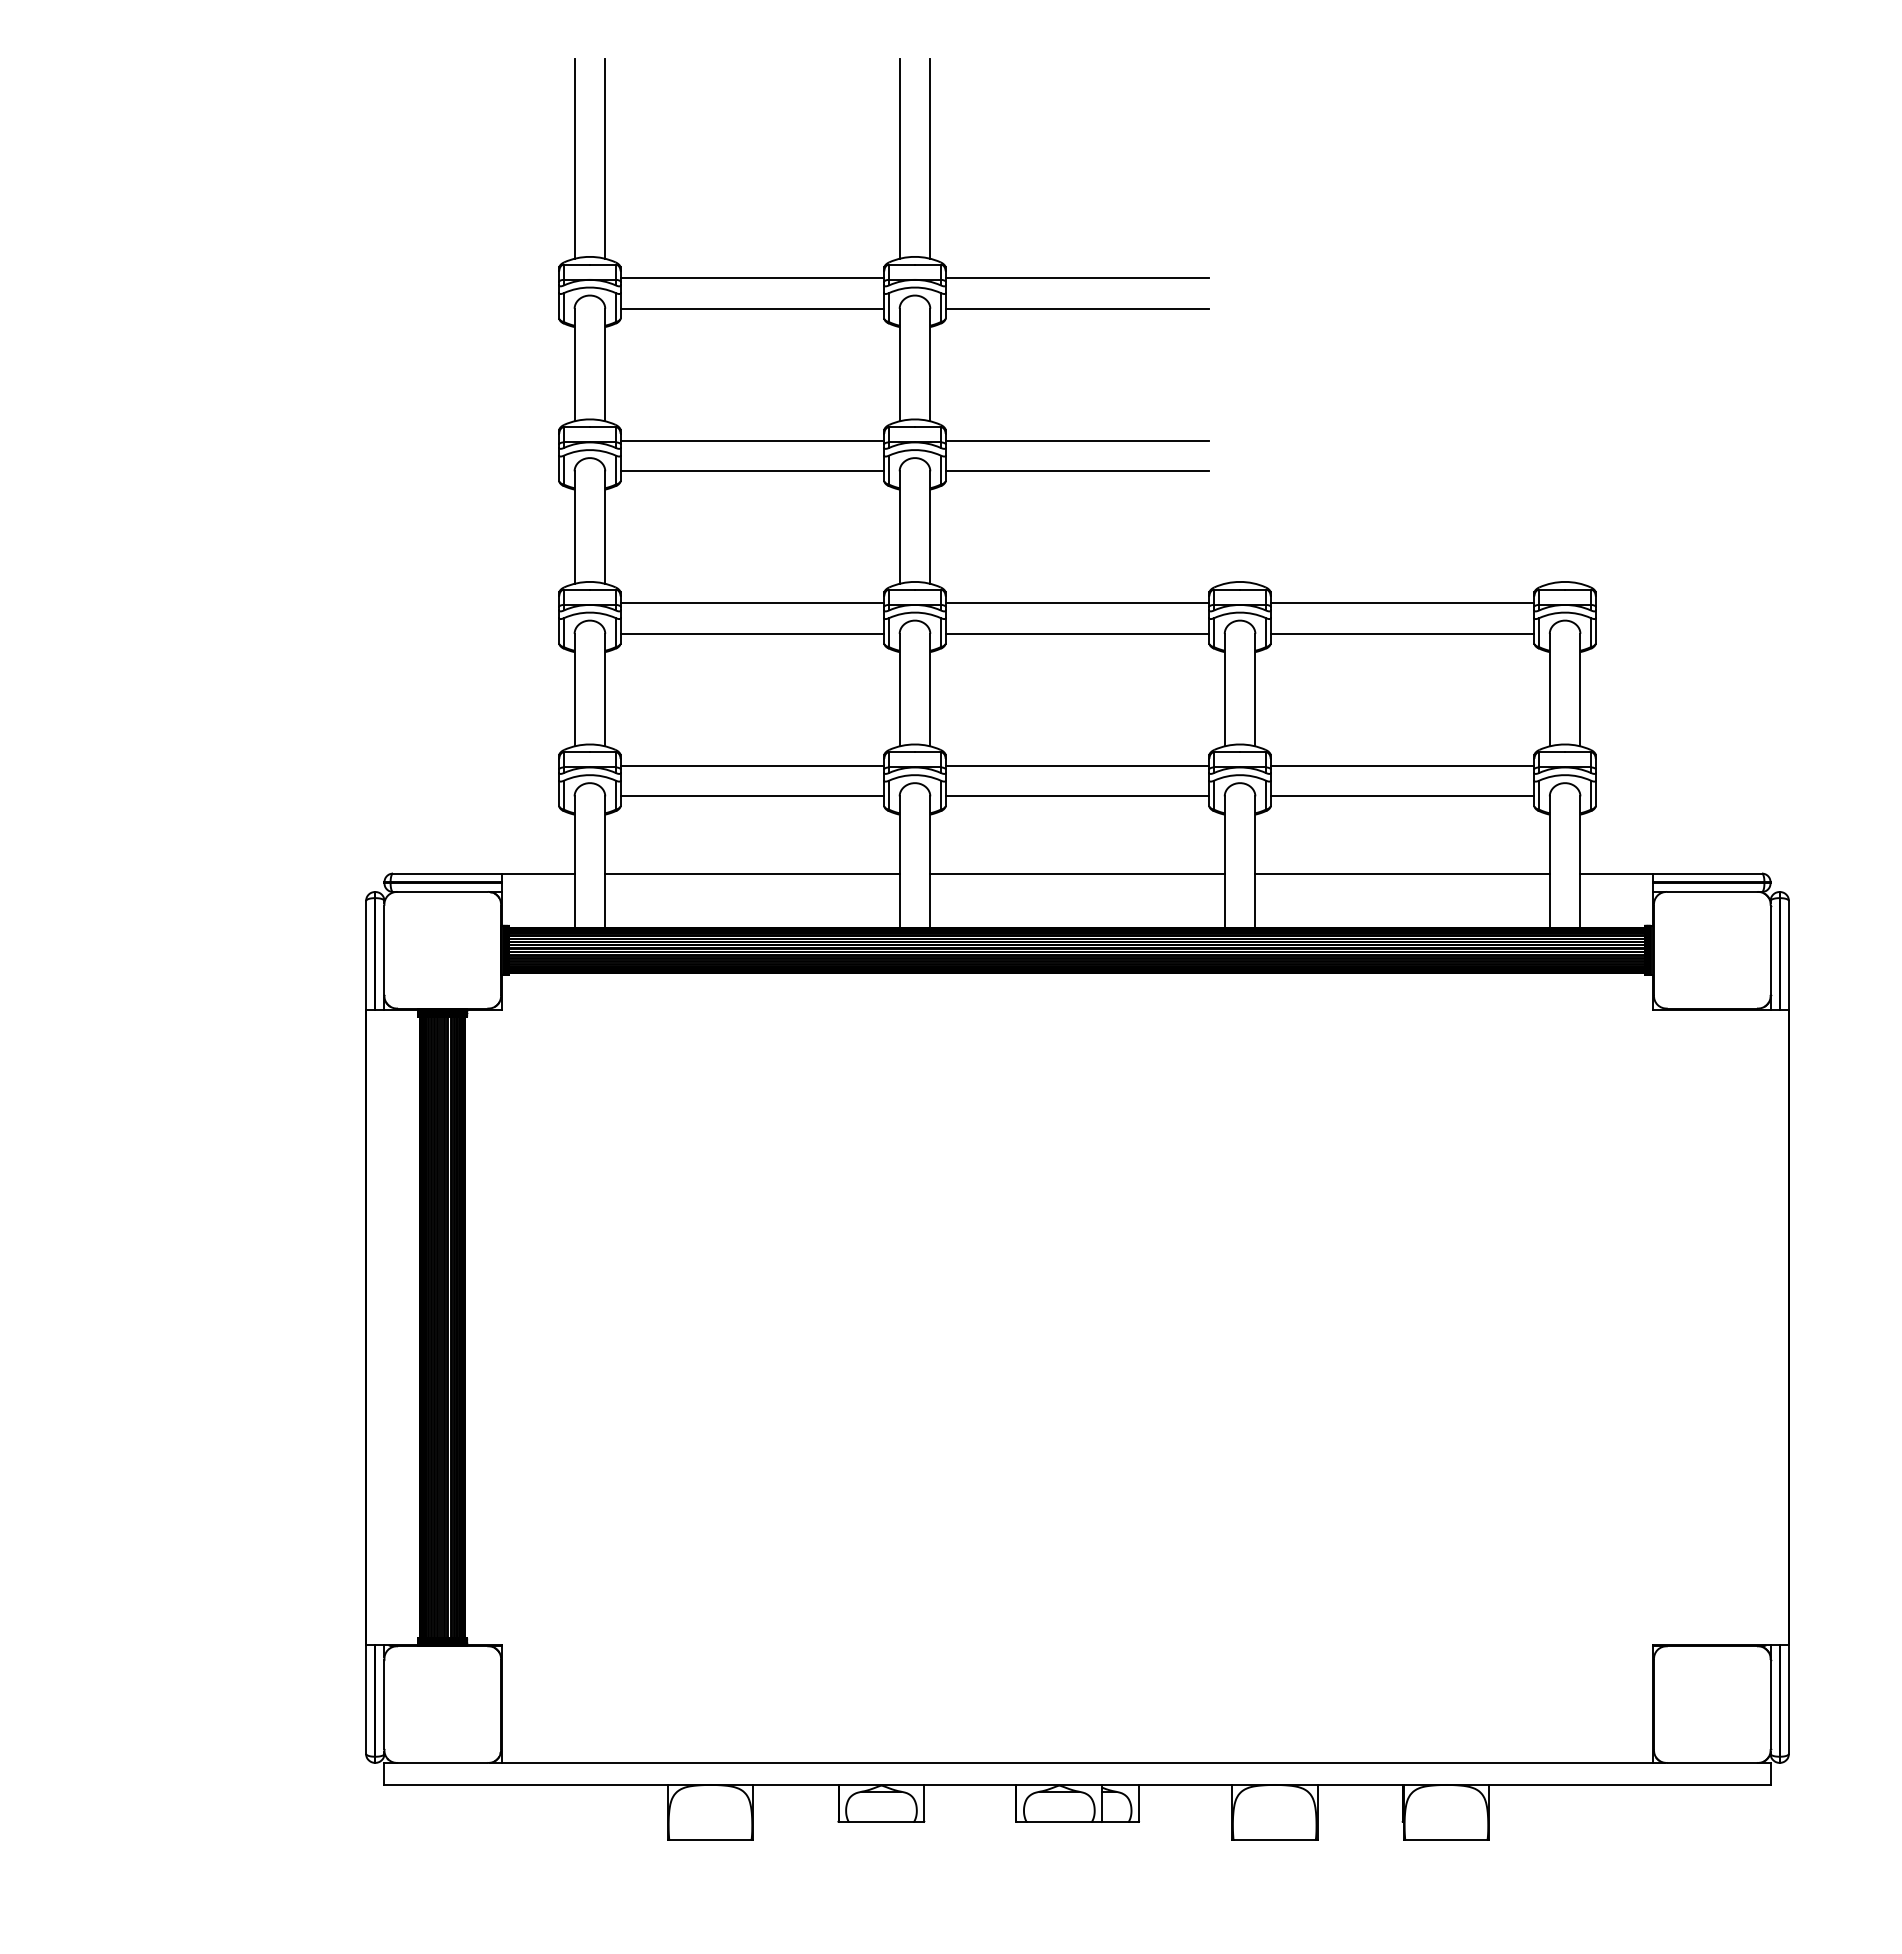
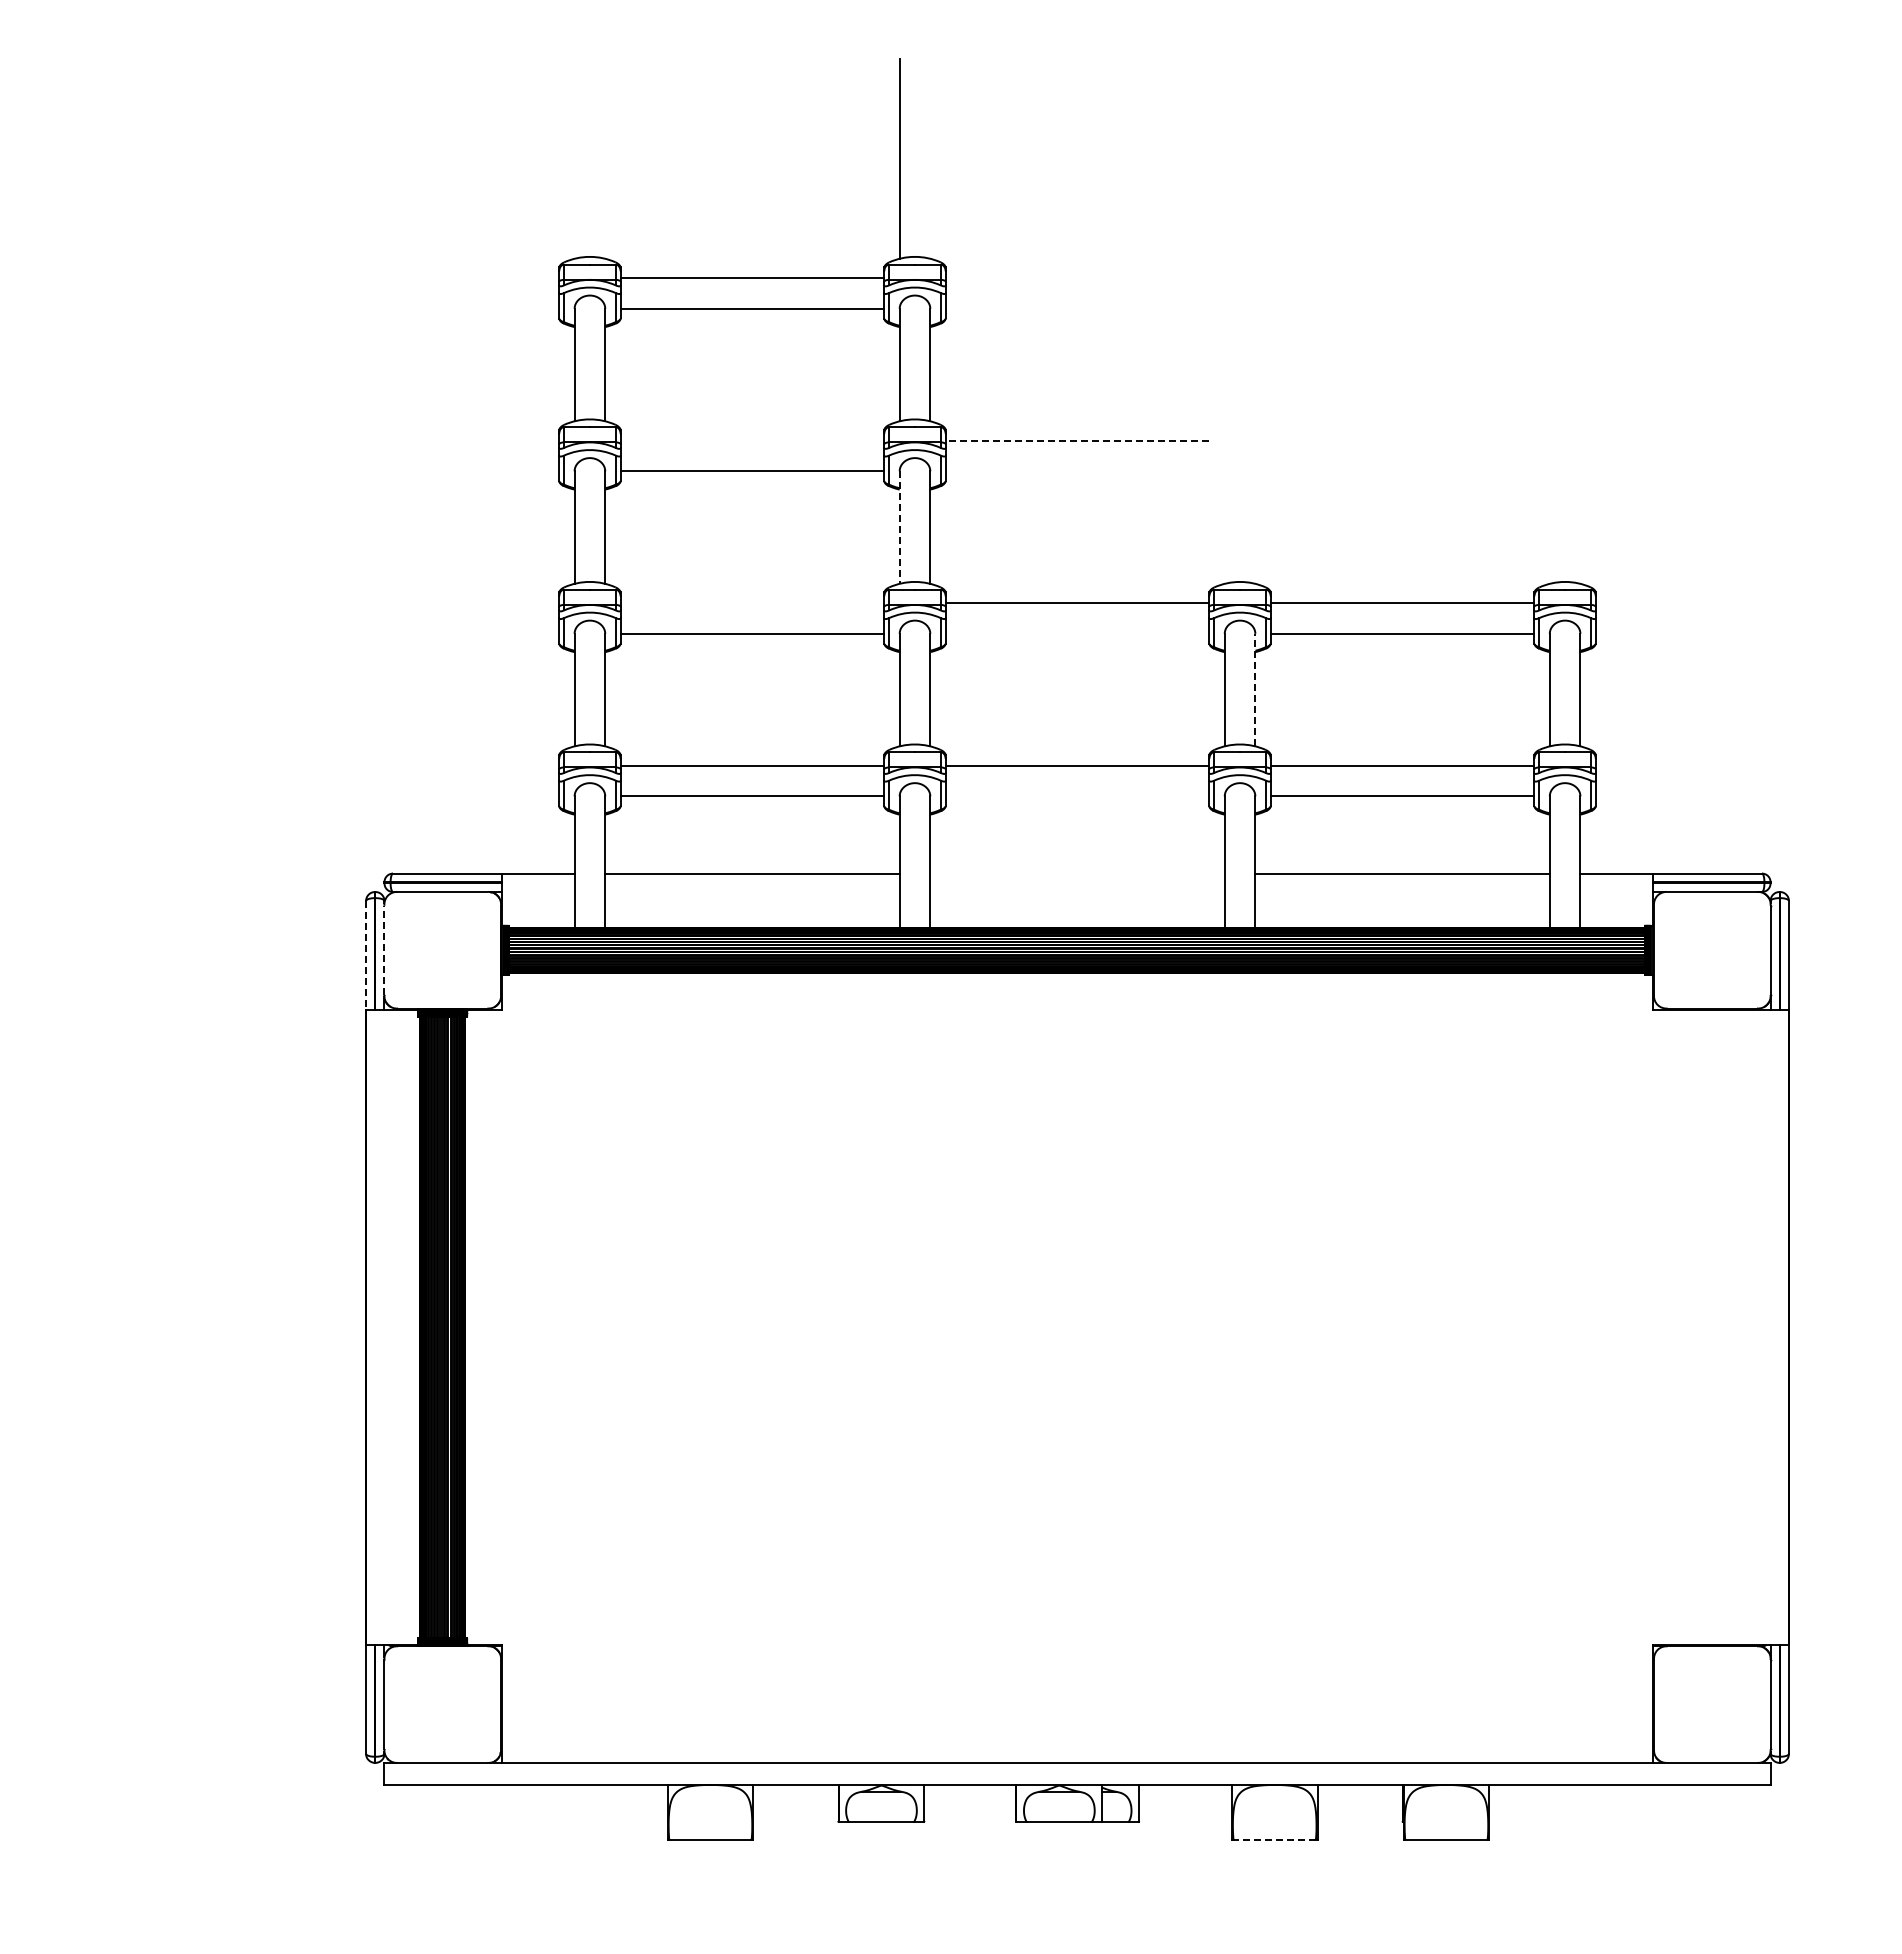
line at (574, 158): present -> none
line at (605, 158): present -> none
line at (930, 158): present -> none
line at (1077, 278): present -> none
line at (1077, 308): present -> none
line at (752, 440): present -> none
line at (1077, 440): solid -> dashed
line at (1077, 471): present -> none
line at (899, 528): solid -> dashed
line at (752, 603): present -> none
line at (1077, 633): present -> none
line at (1255, 689): solid -> dashed
line at (1077, 796): present -> none
line at (1077, 873): present -> none
line at (384, 950): solid -> dashed
line at (366, 955): solid -> dashed
line at (1274, 1840): solid -> dashed
